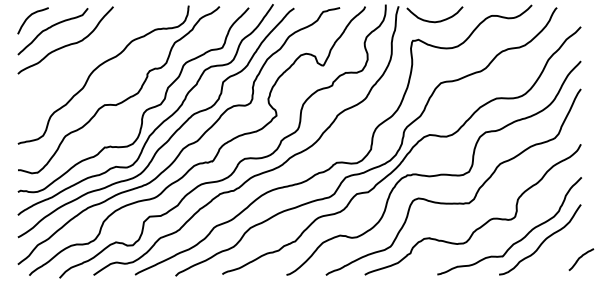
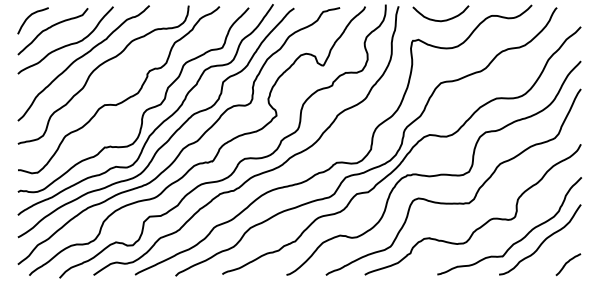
curve at (434, 21) position: (434, 21) -> (440, 20)
curve at (79, 59): none -> present
curve at (580, 258) position: (580, 258) -> (567, 263)
